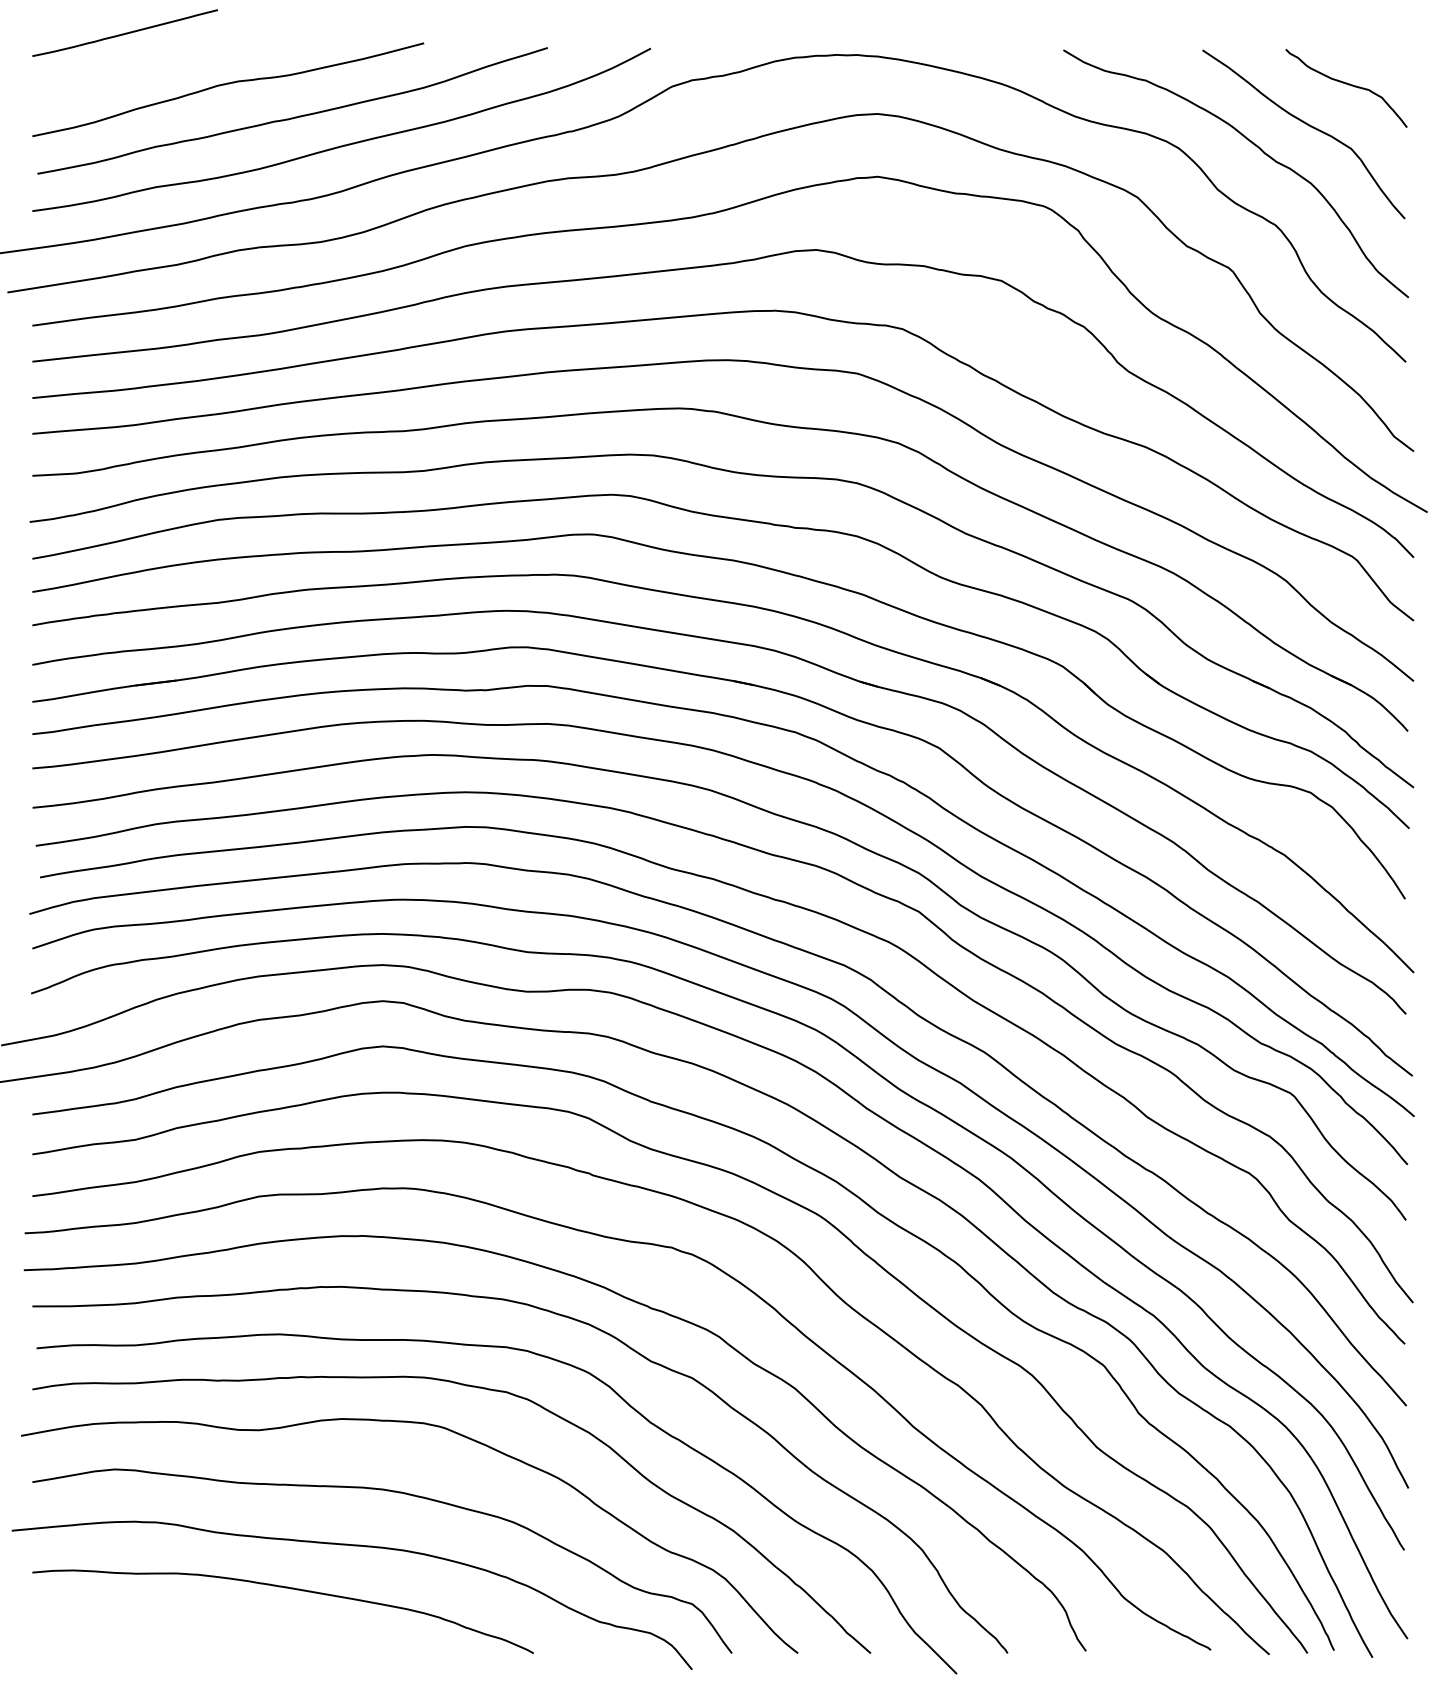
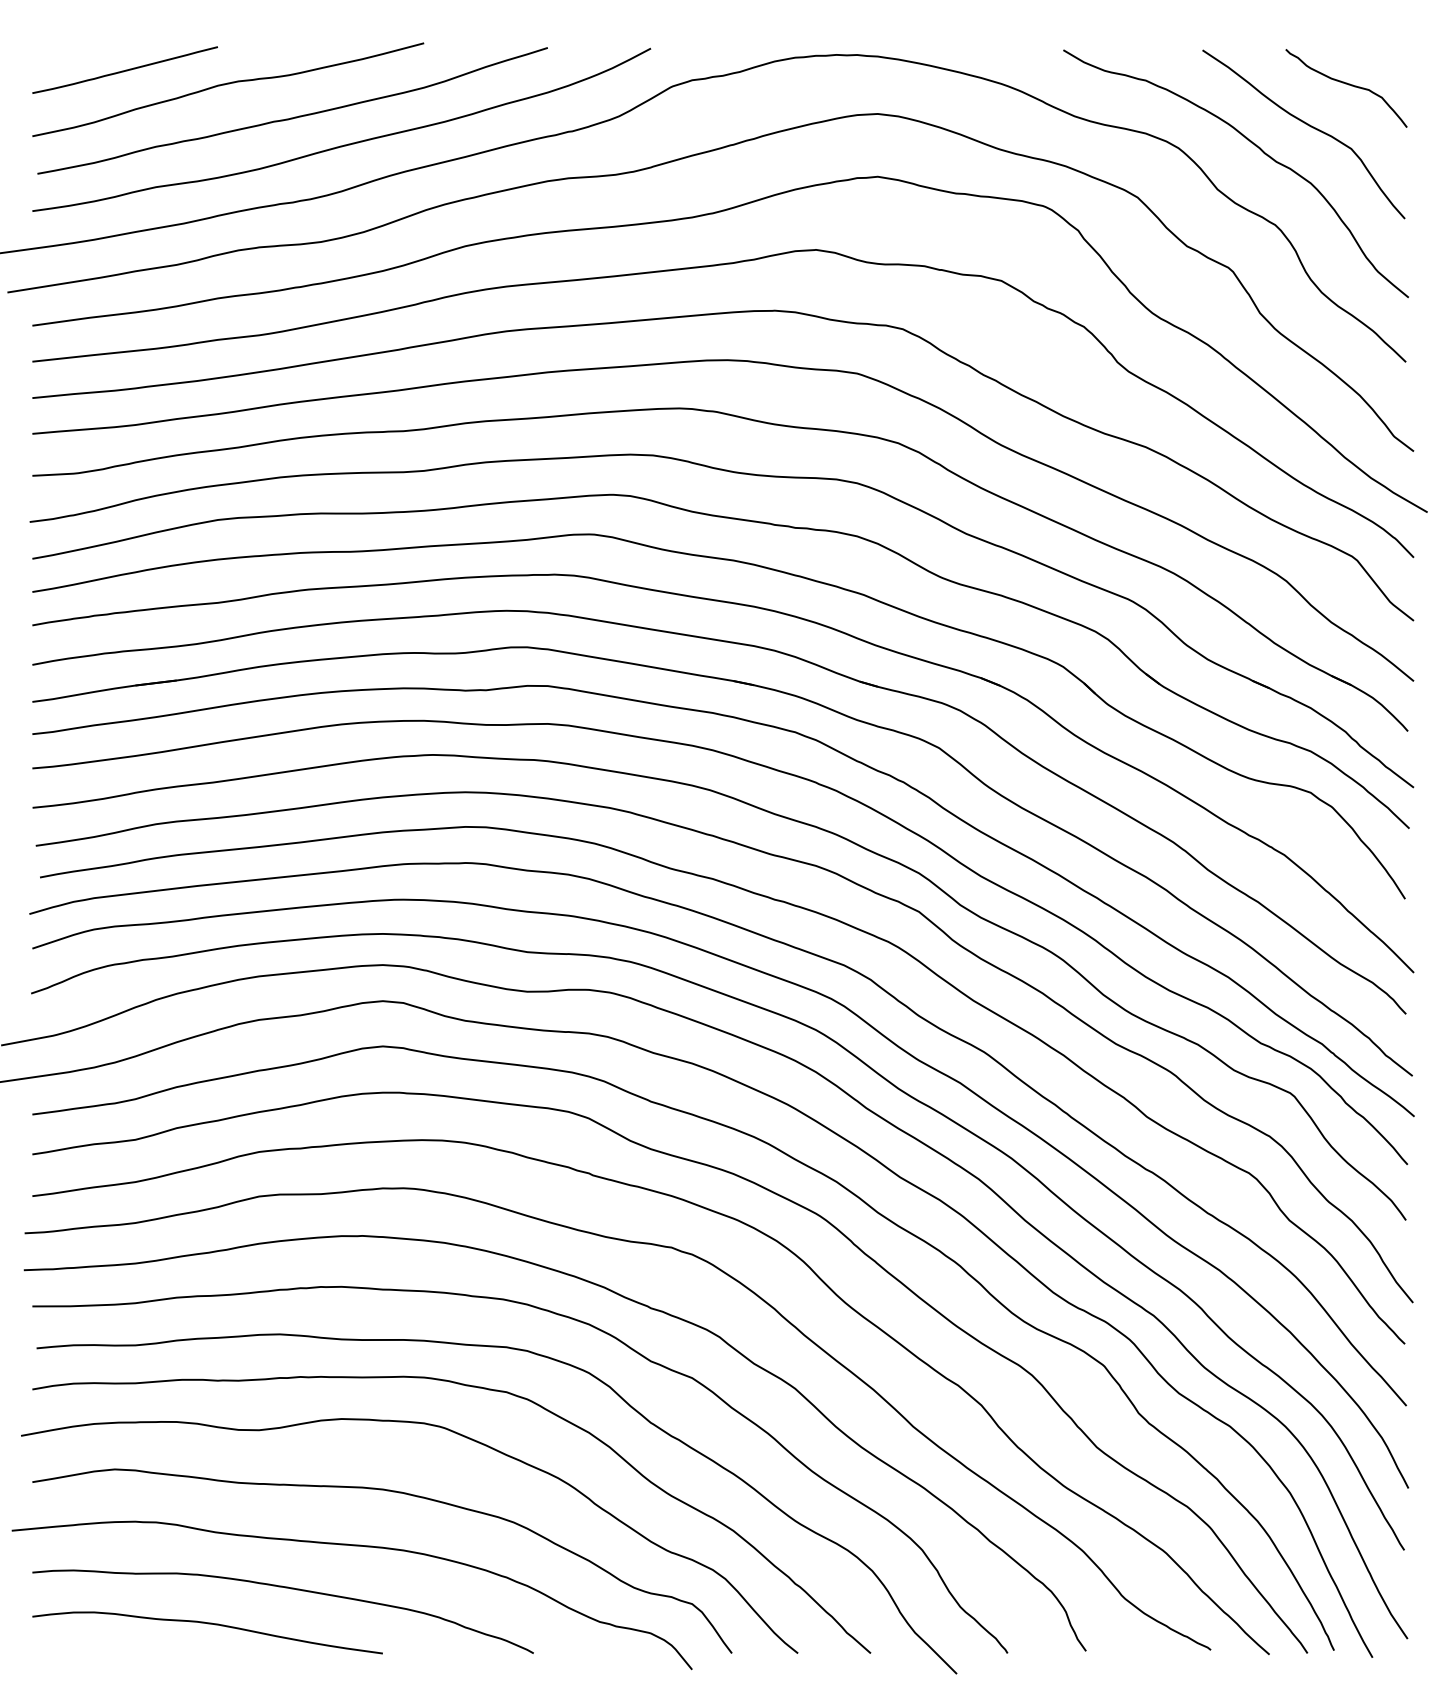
curve at (125, 32) position: (125, 32) -> (125, 69)
curve at (207, 1624): none -> present
